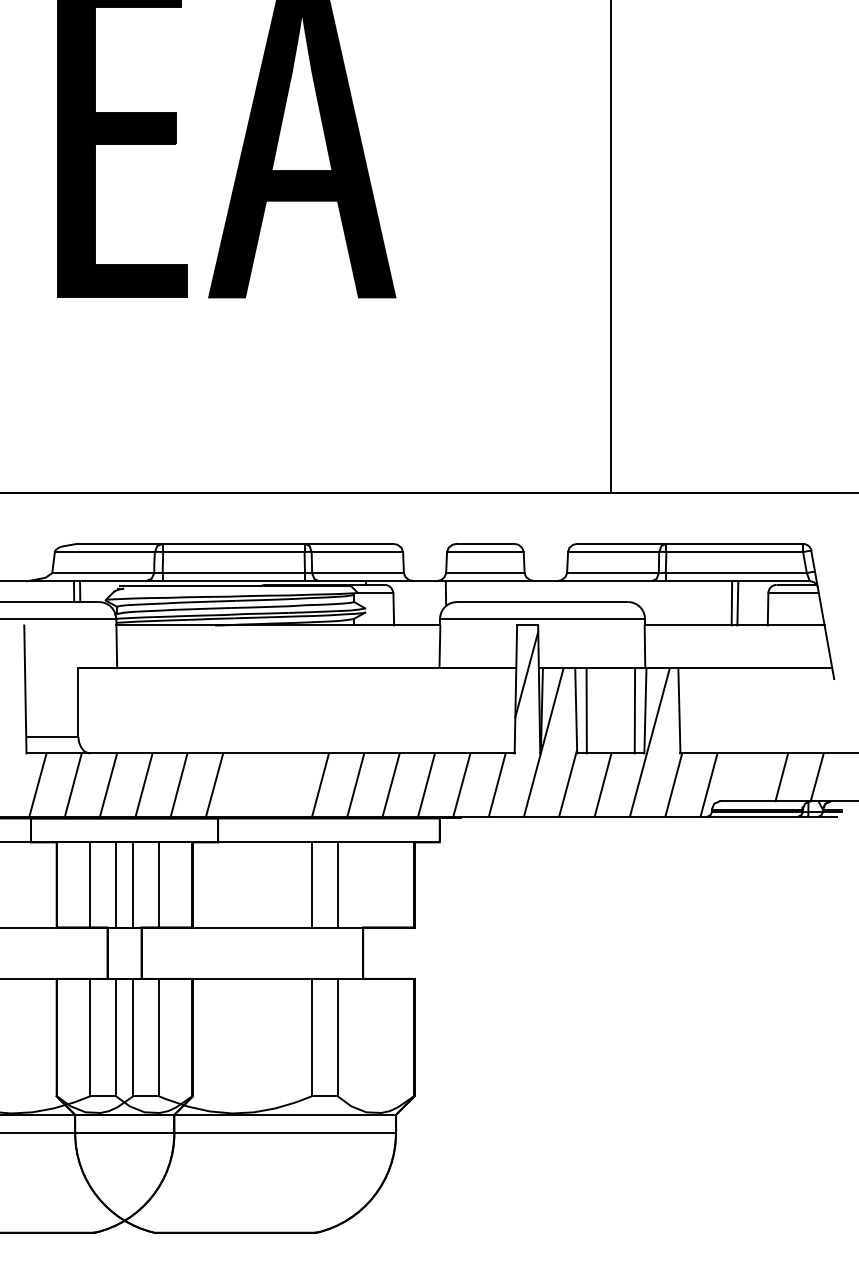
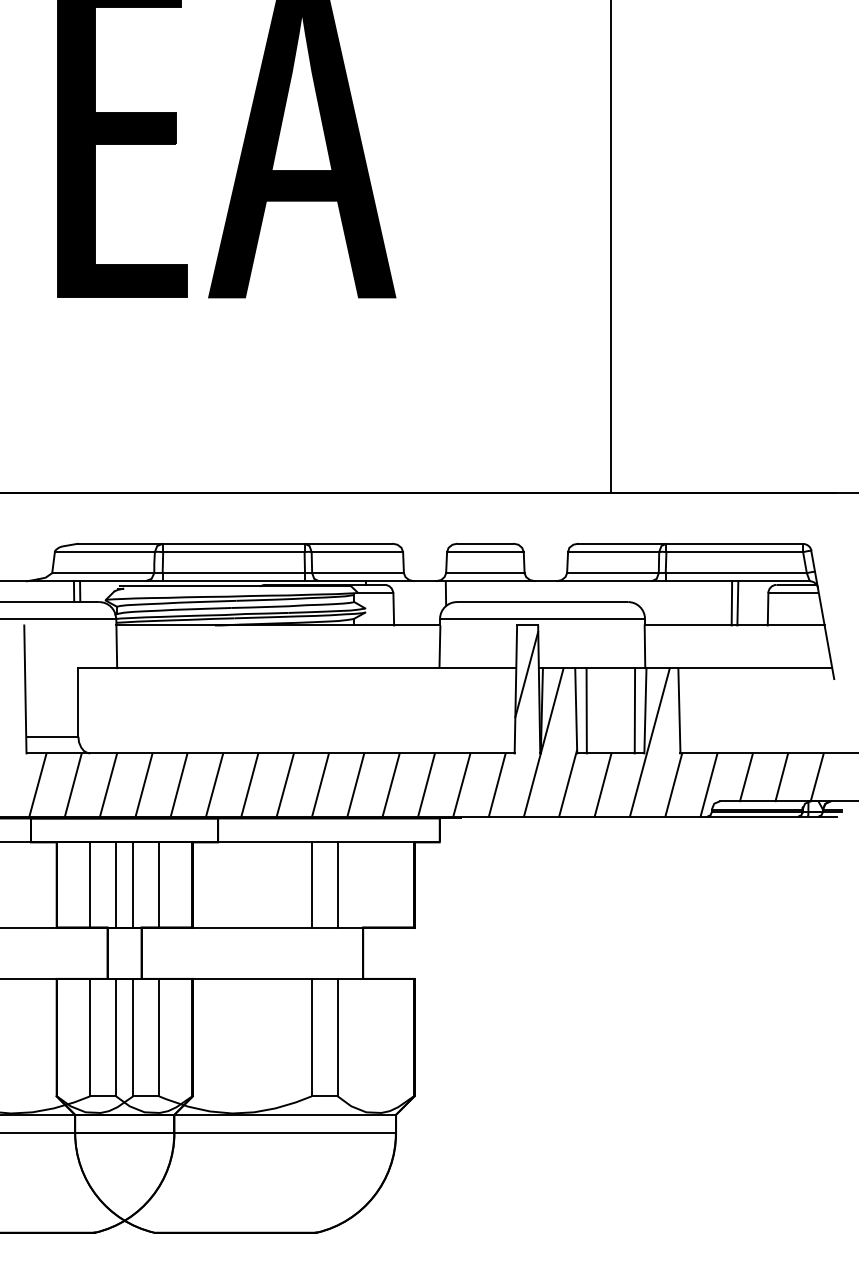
line at (746, 777): none -> present
line at (249, 784): none -> present
line at (284, 784): none -> present
